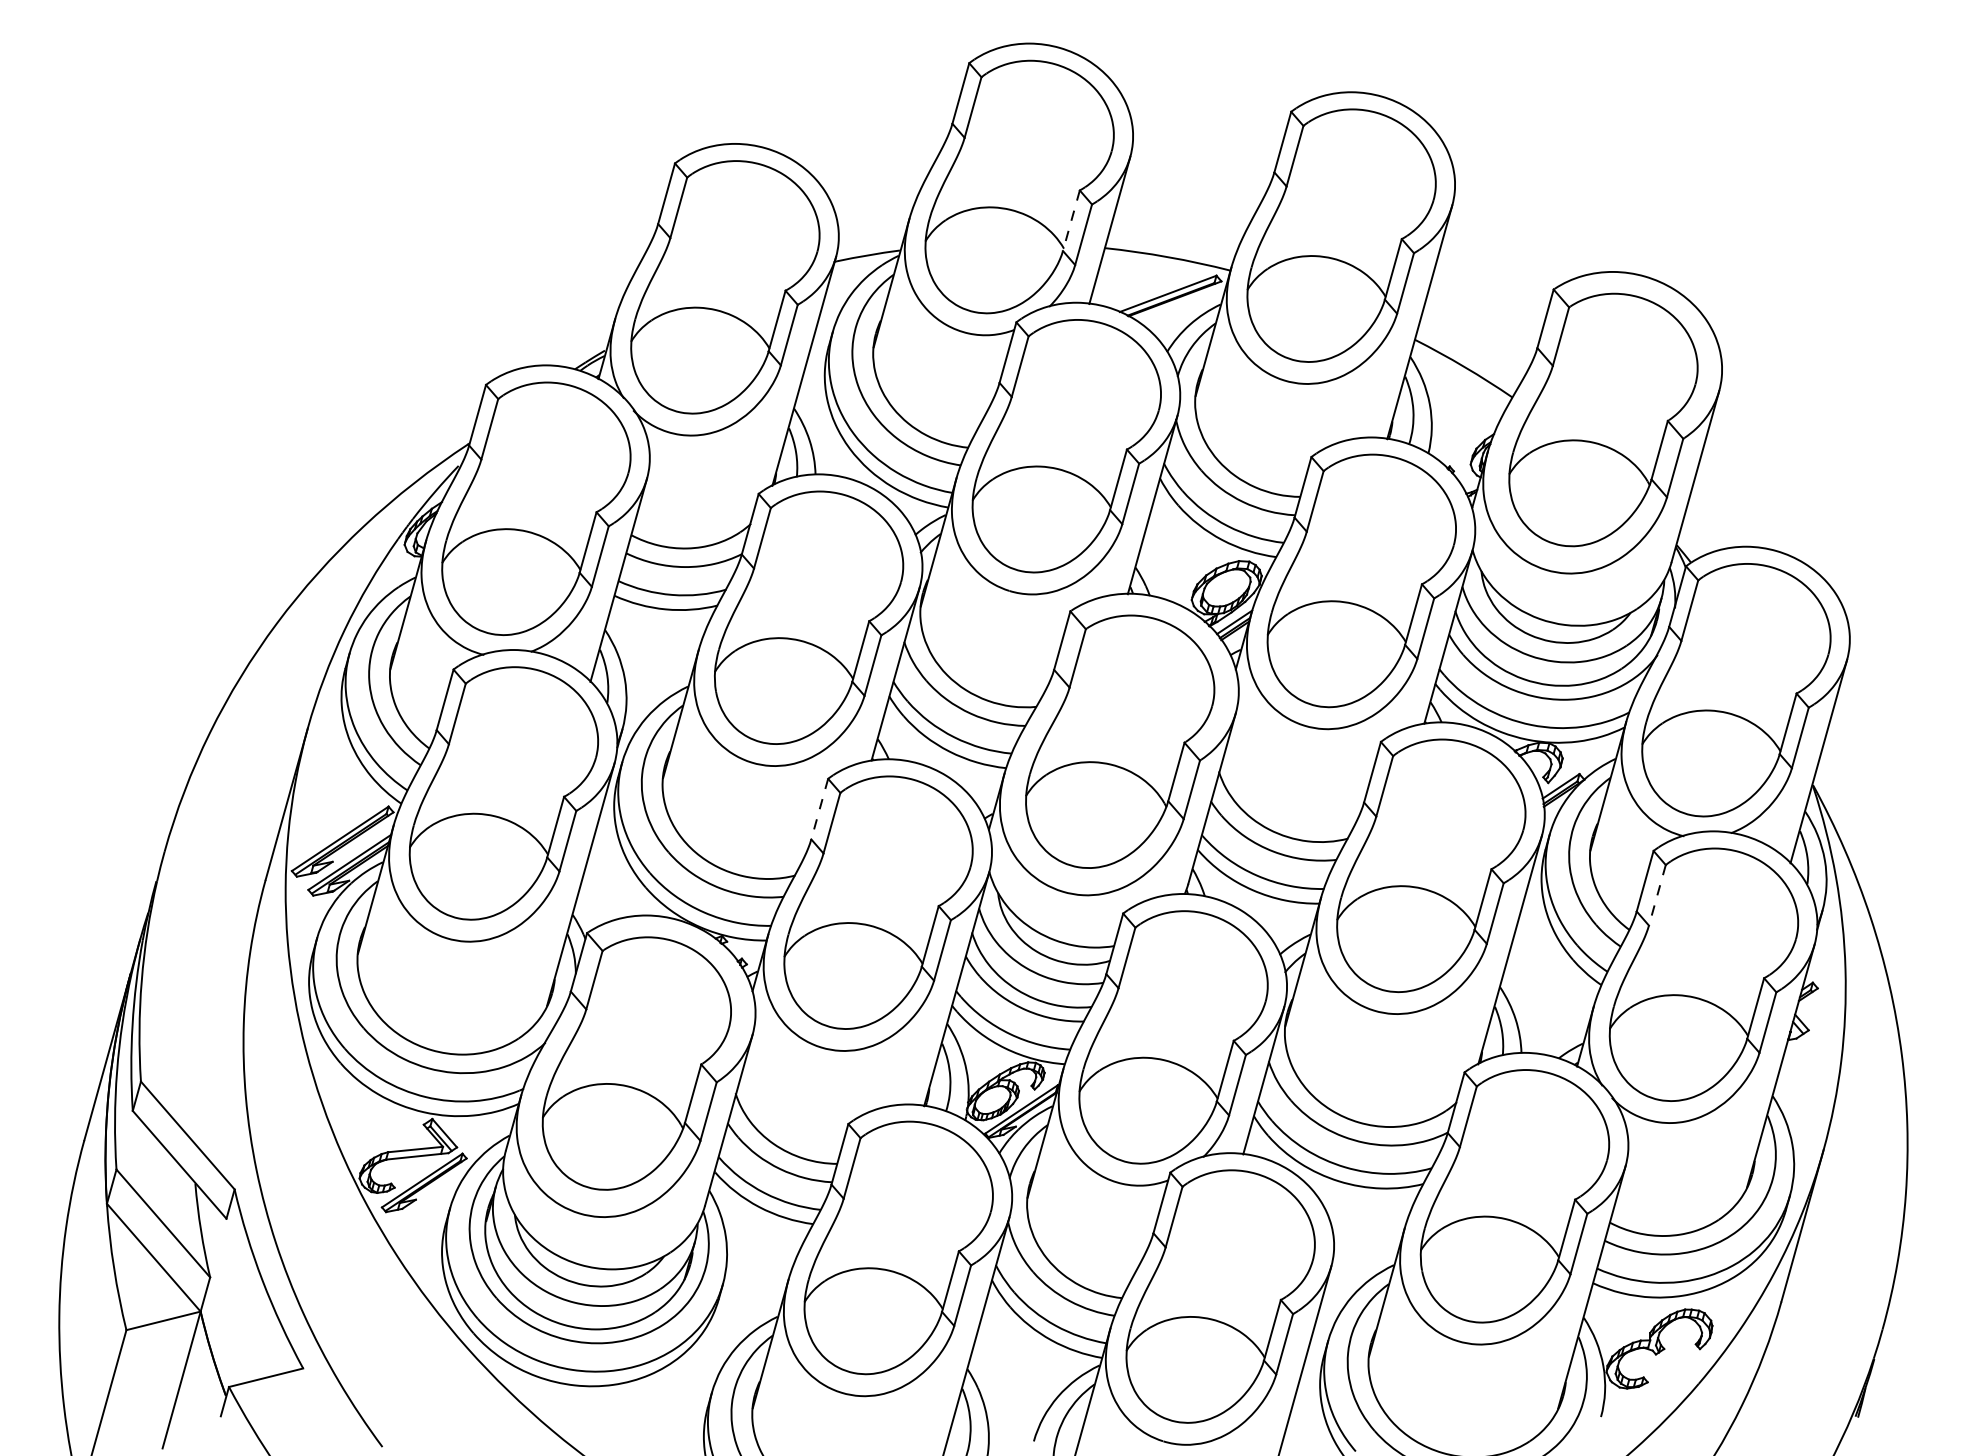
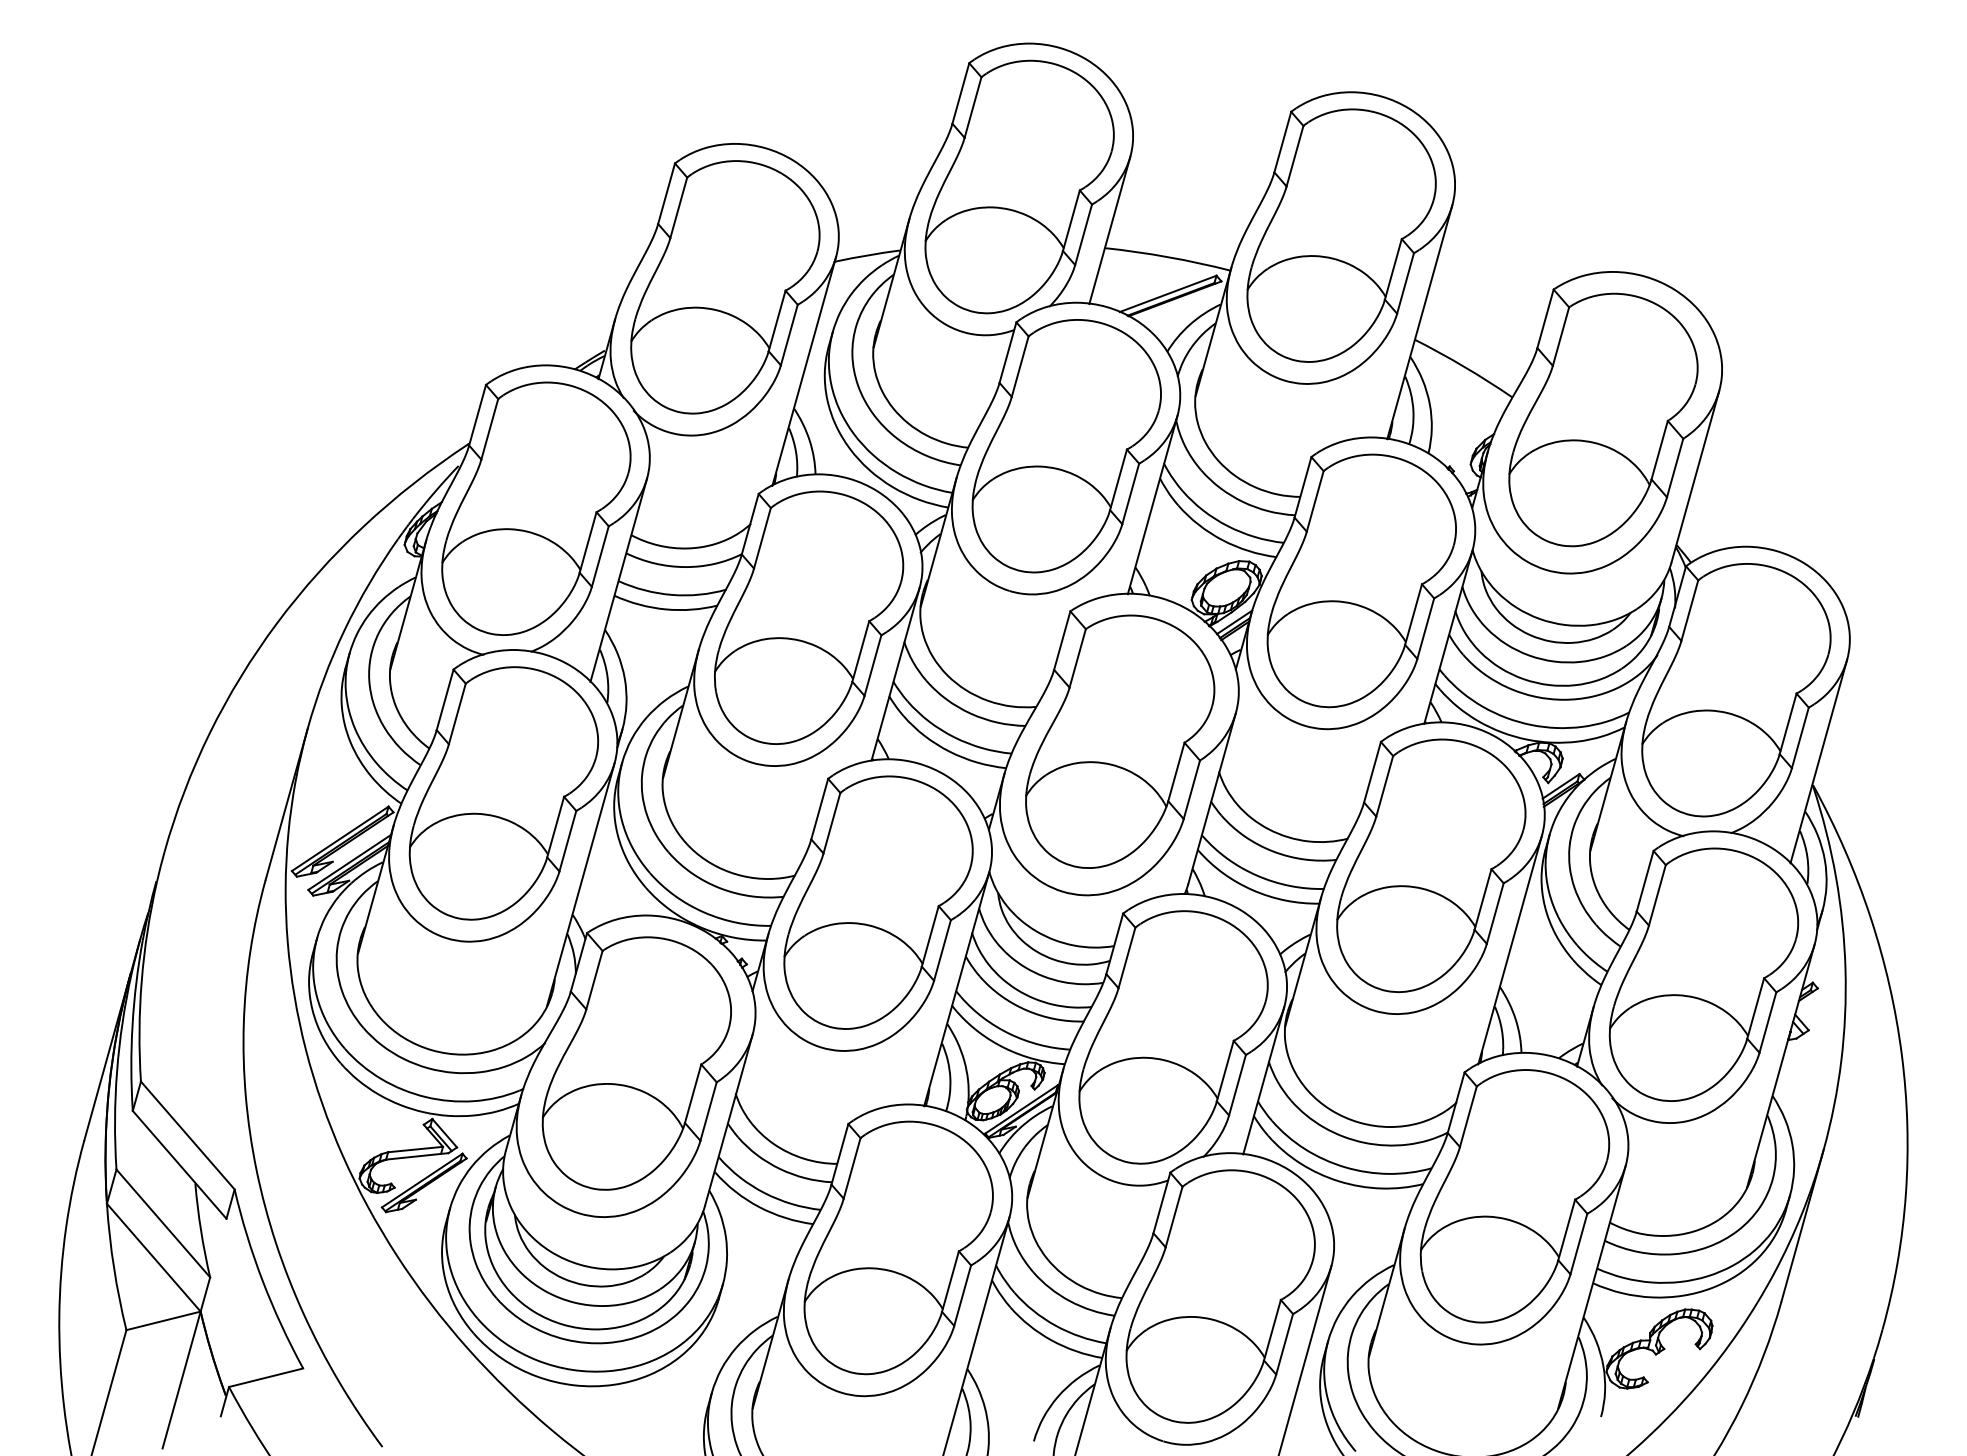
line at (1071, 221): dashed -> solid
line at (819, 809): dashed -> solid
line at (1657, 895): dashed -> solid
